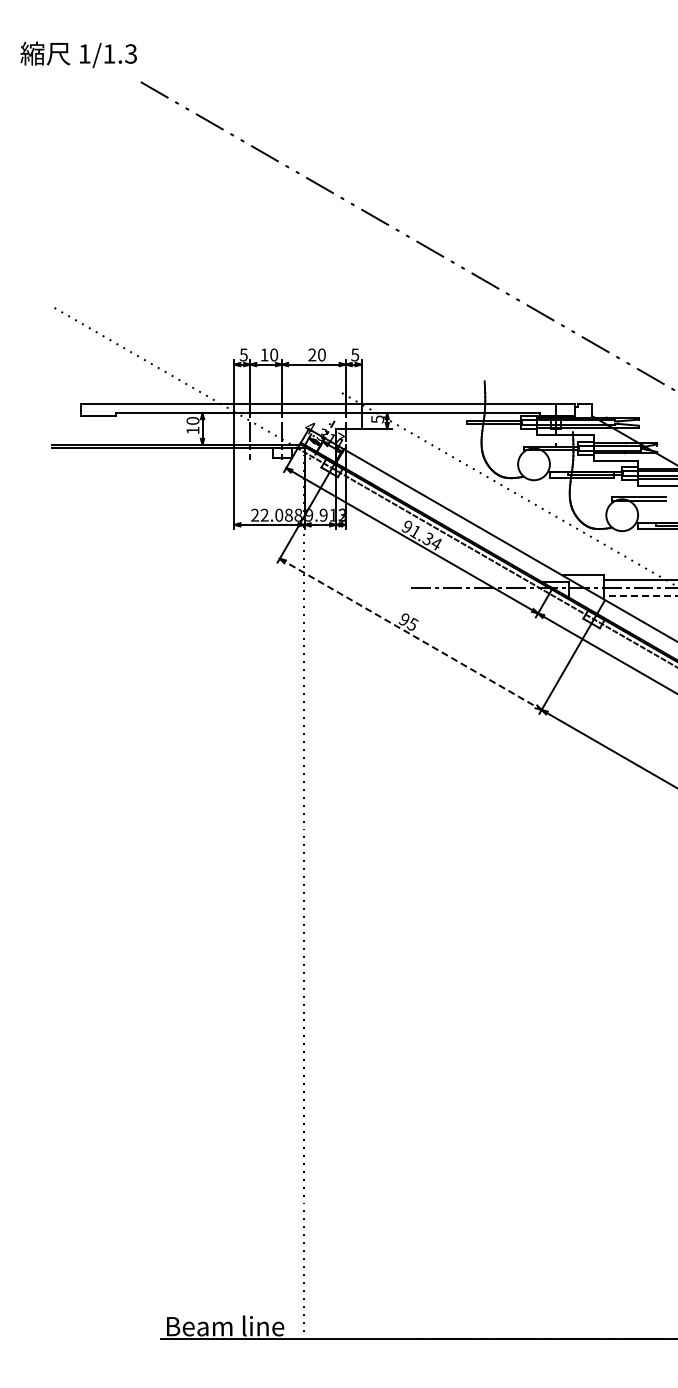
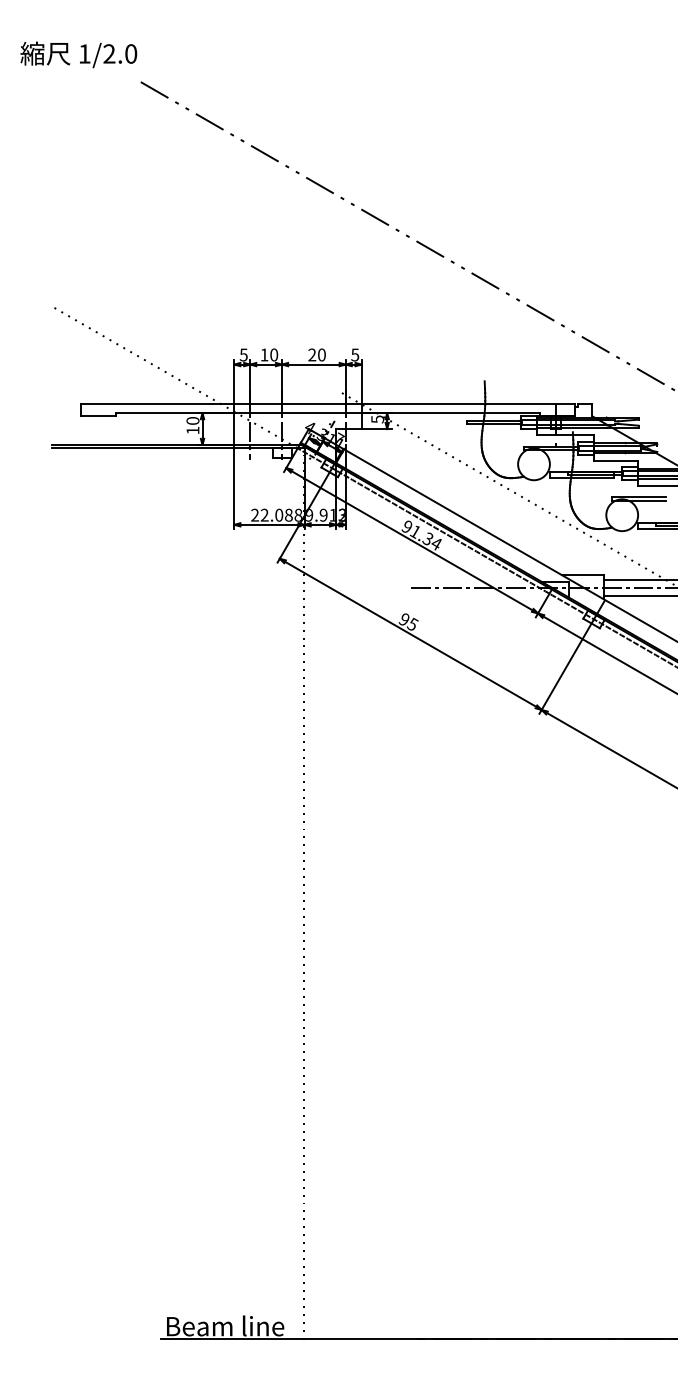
text at (120, 53): 1/1.3 -> 1/2.0
line at (640, 596): dashed -> solid
line at (411, 634): dashed -> solid
